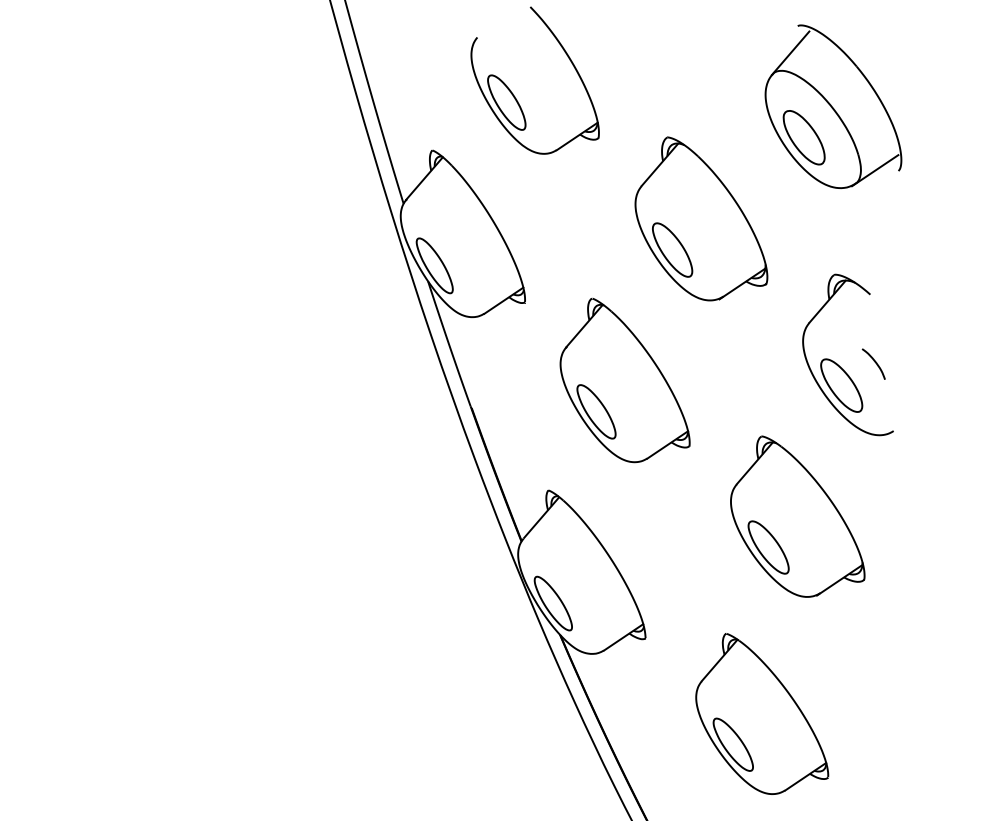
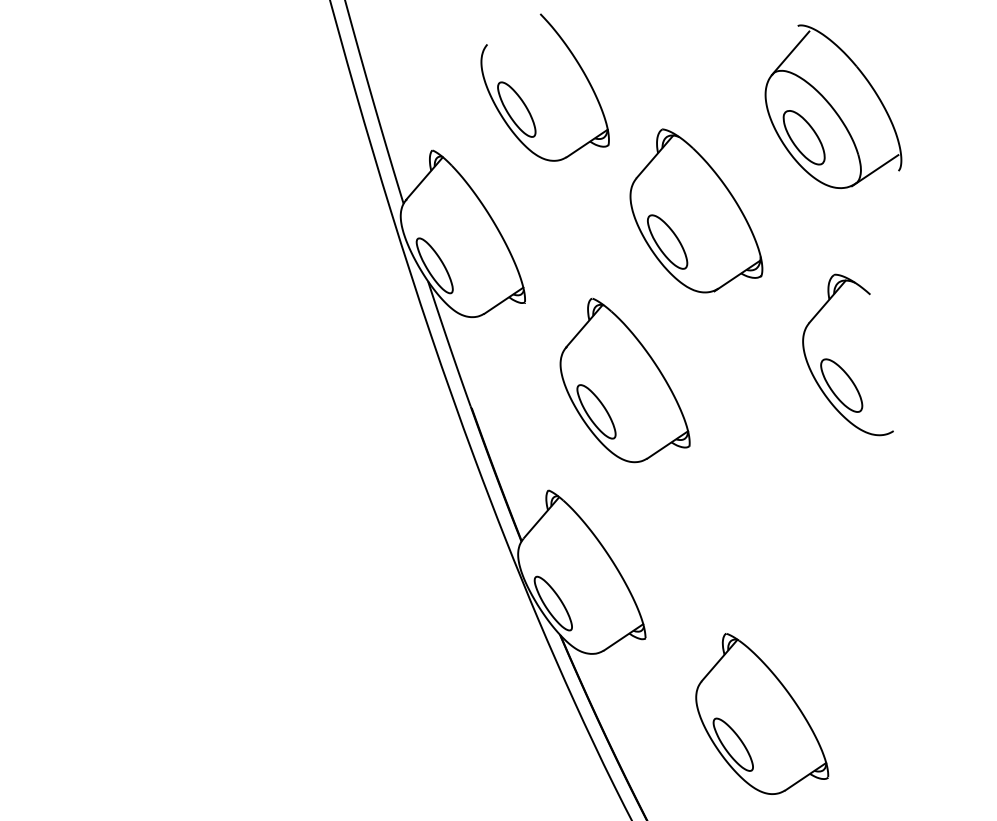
part at (513, 93) position: (513, 93) -> (523, 100)
part at (701, 218) position: (701, 218) -> (696, 210)
curve at (874, 362): present -> none
part at (797, 516): present -> none
